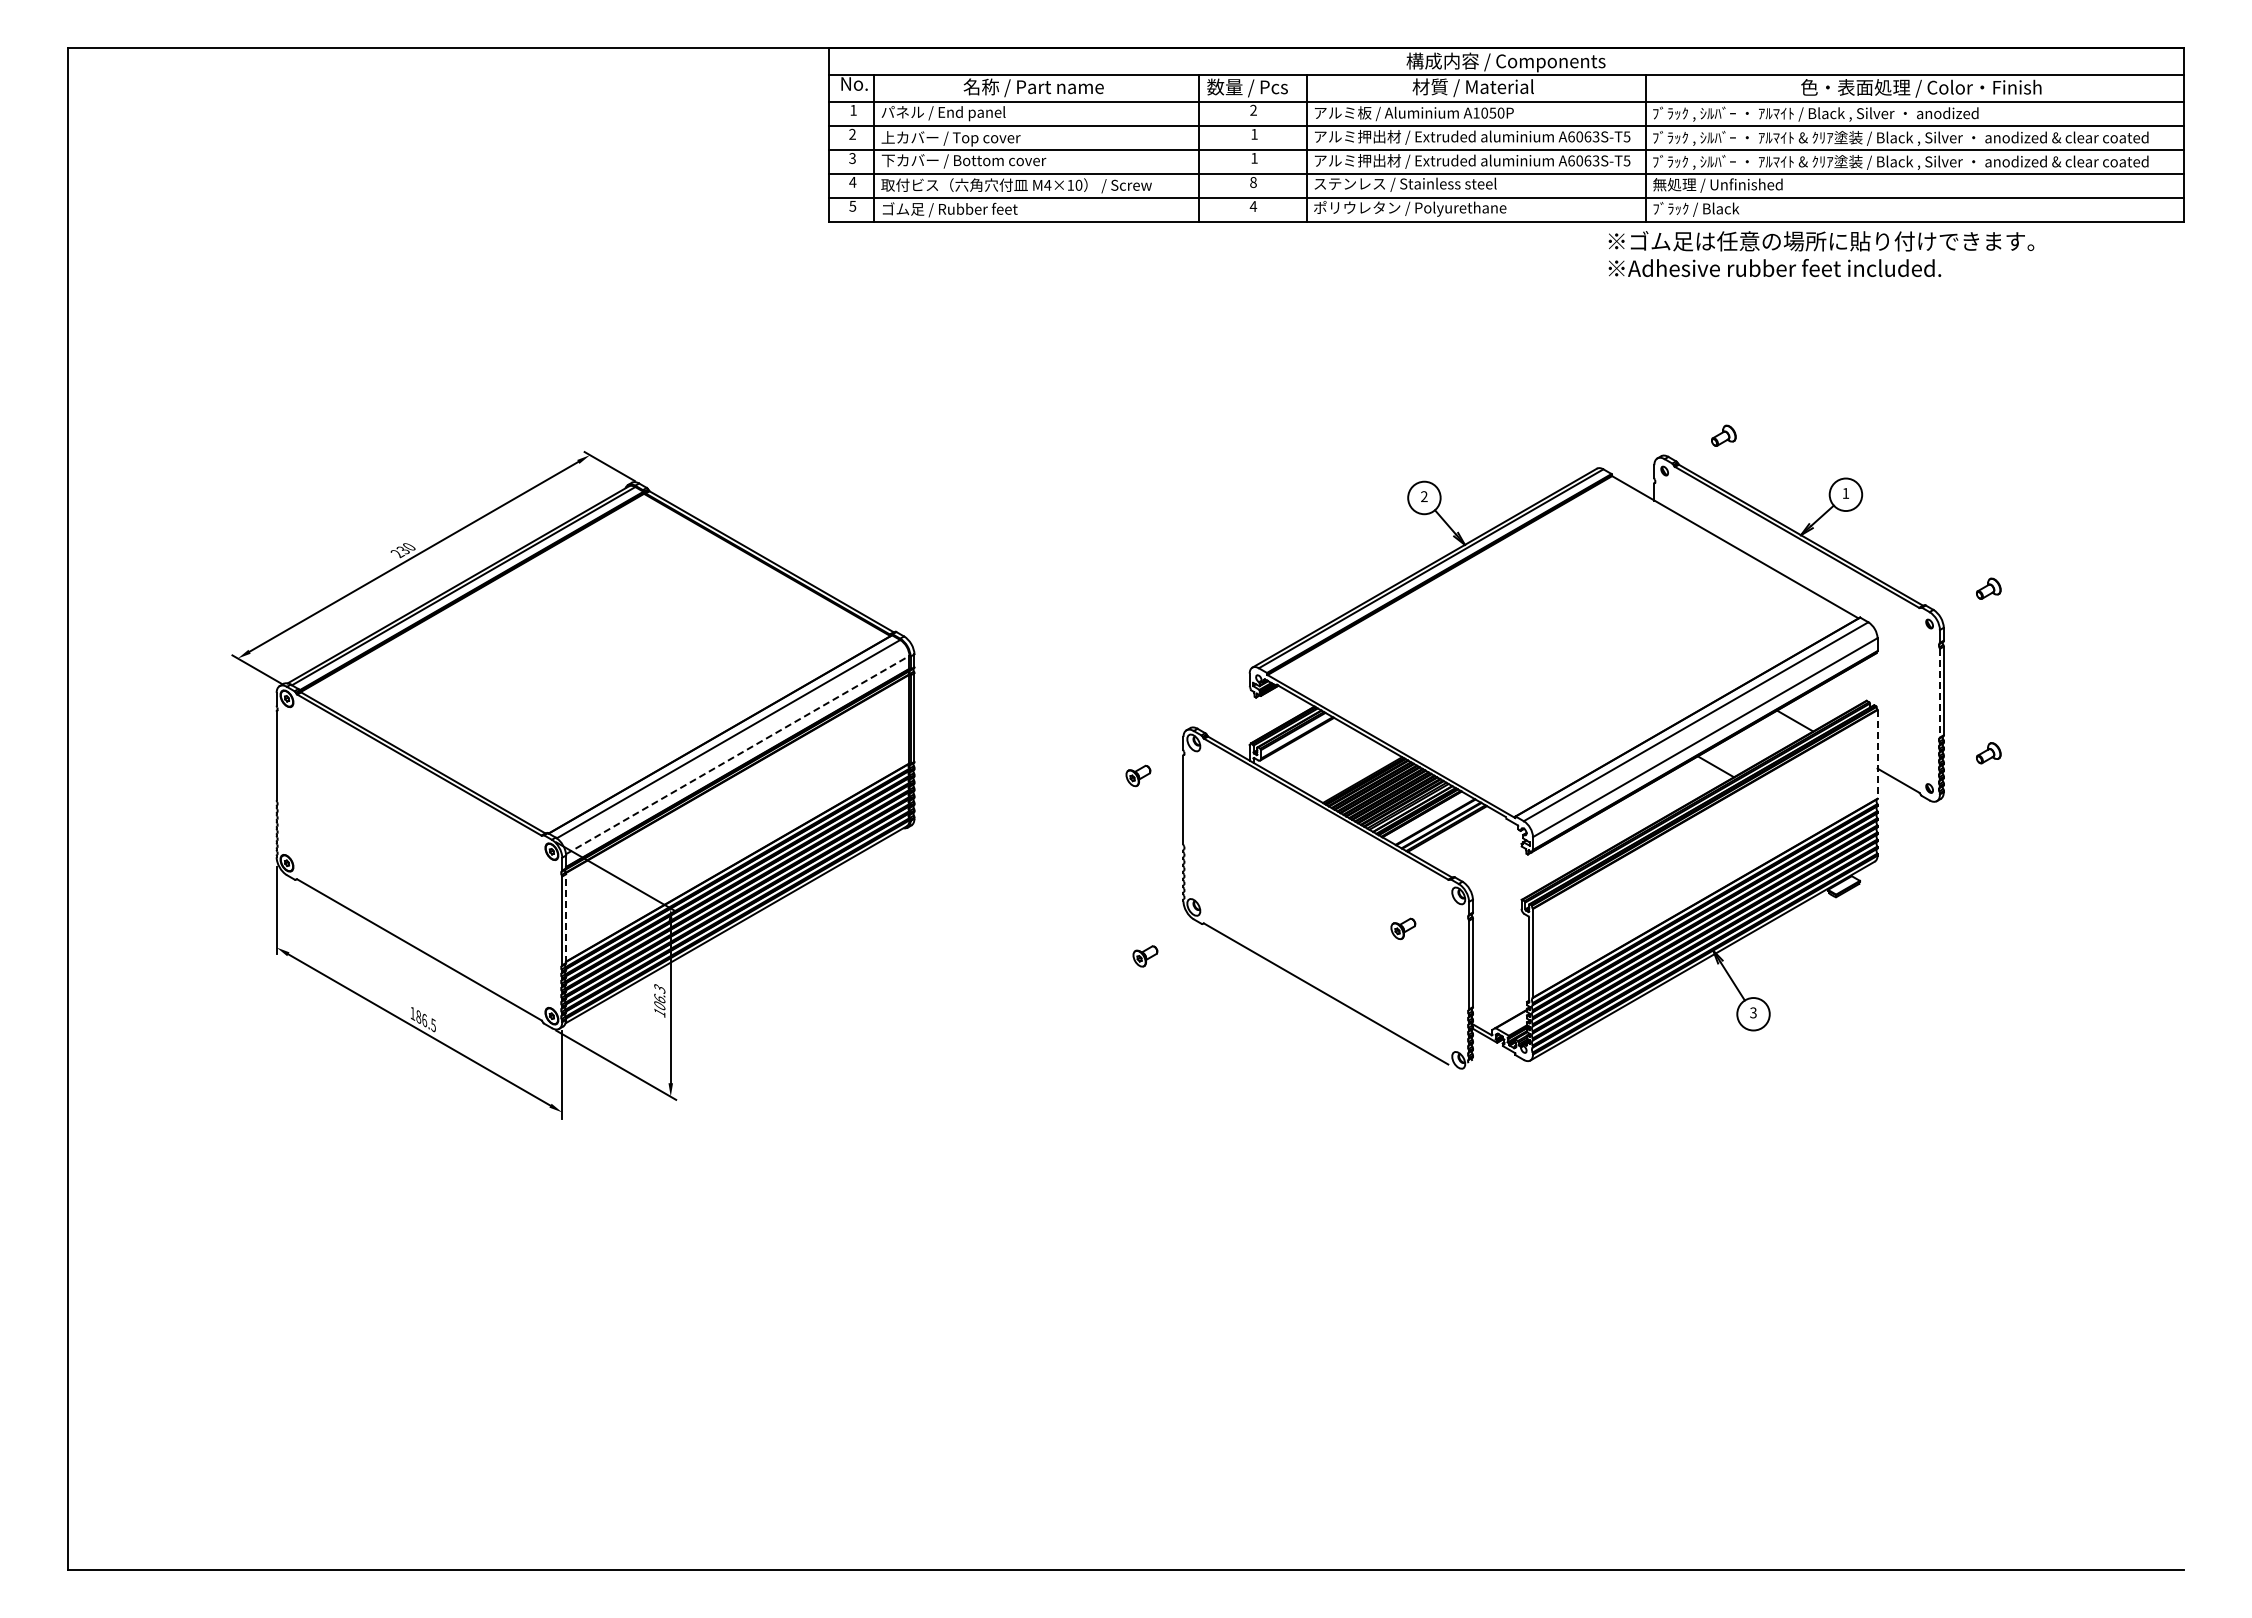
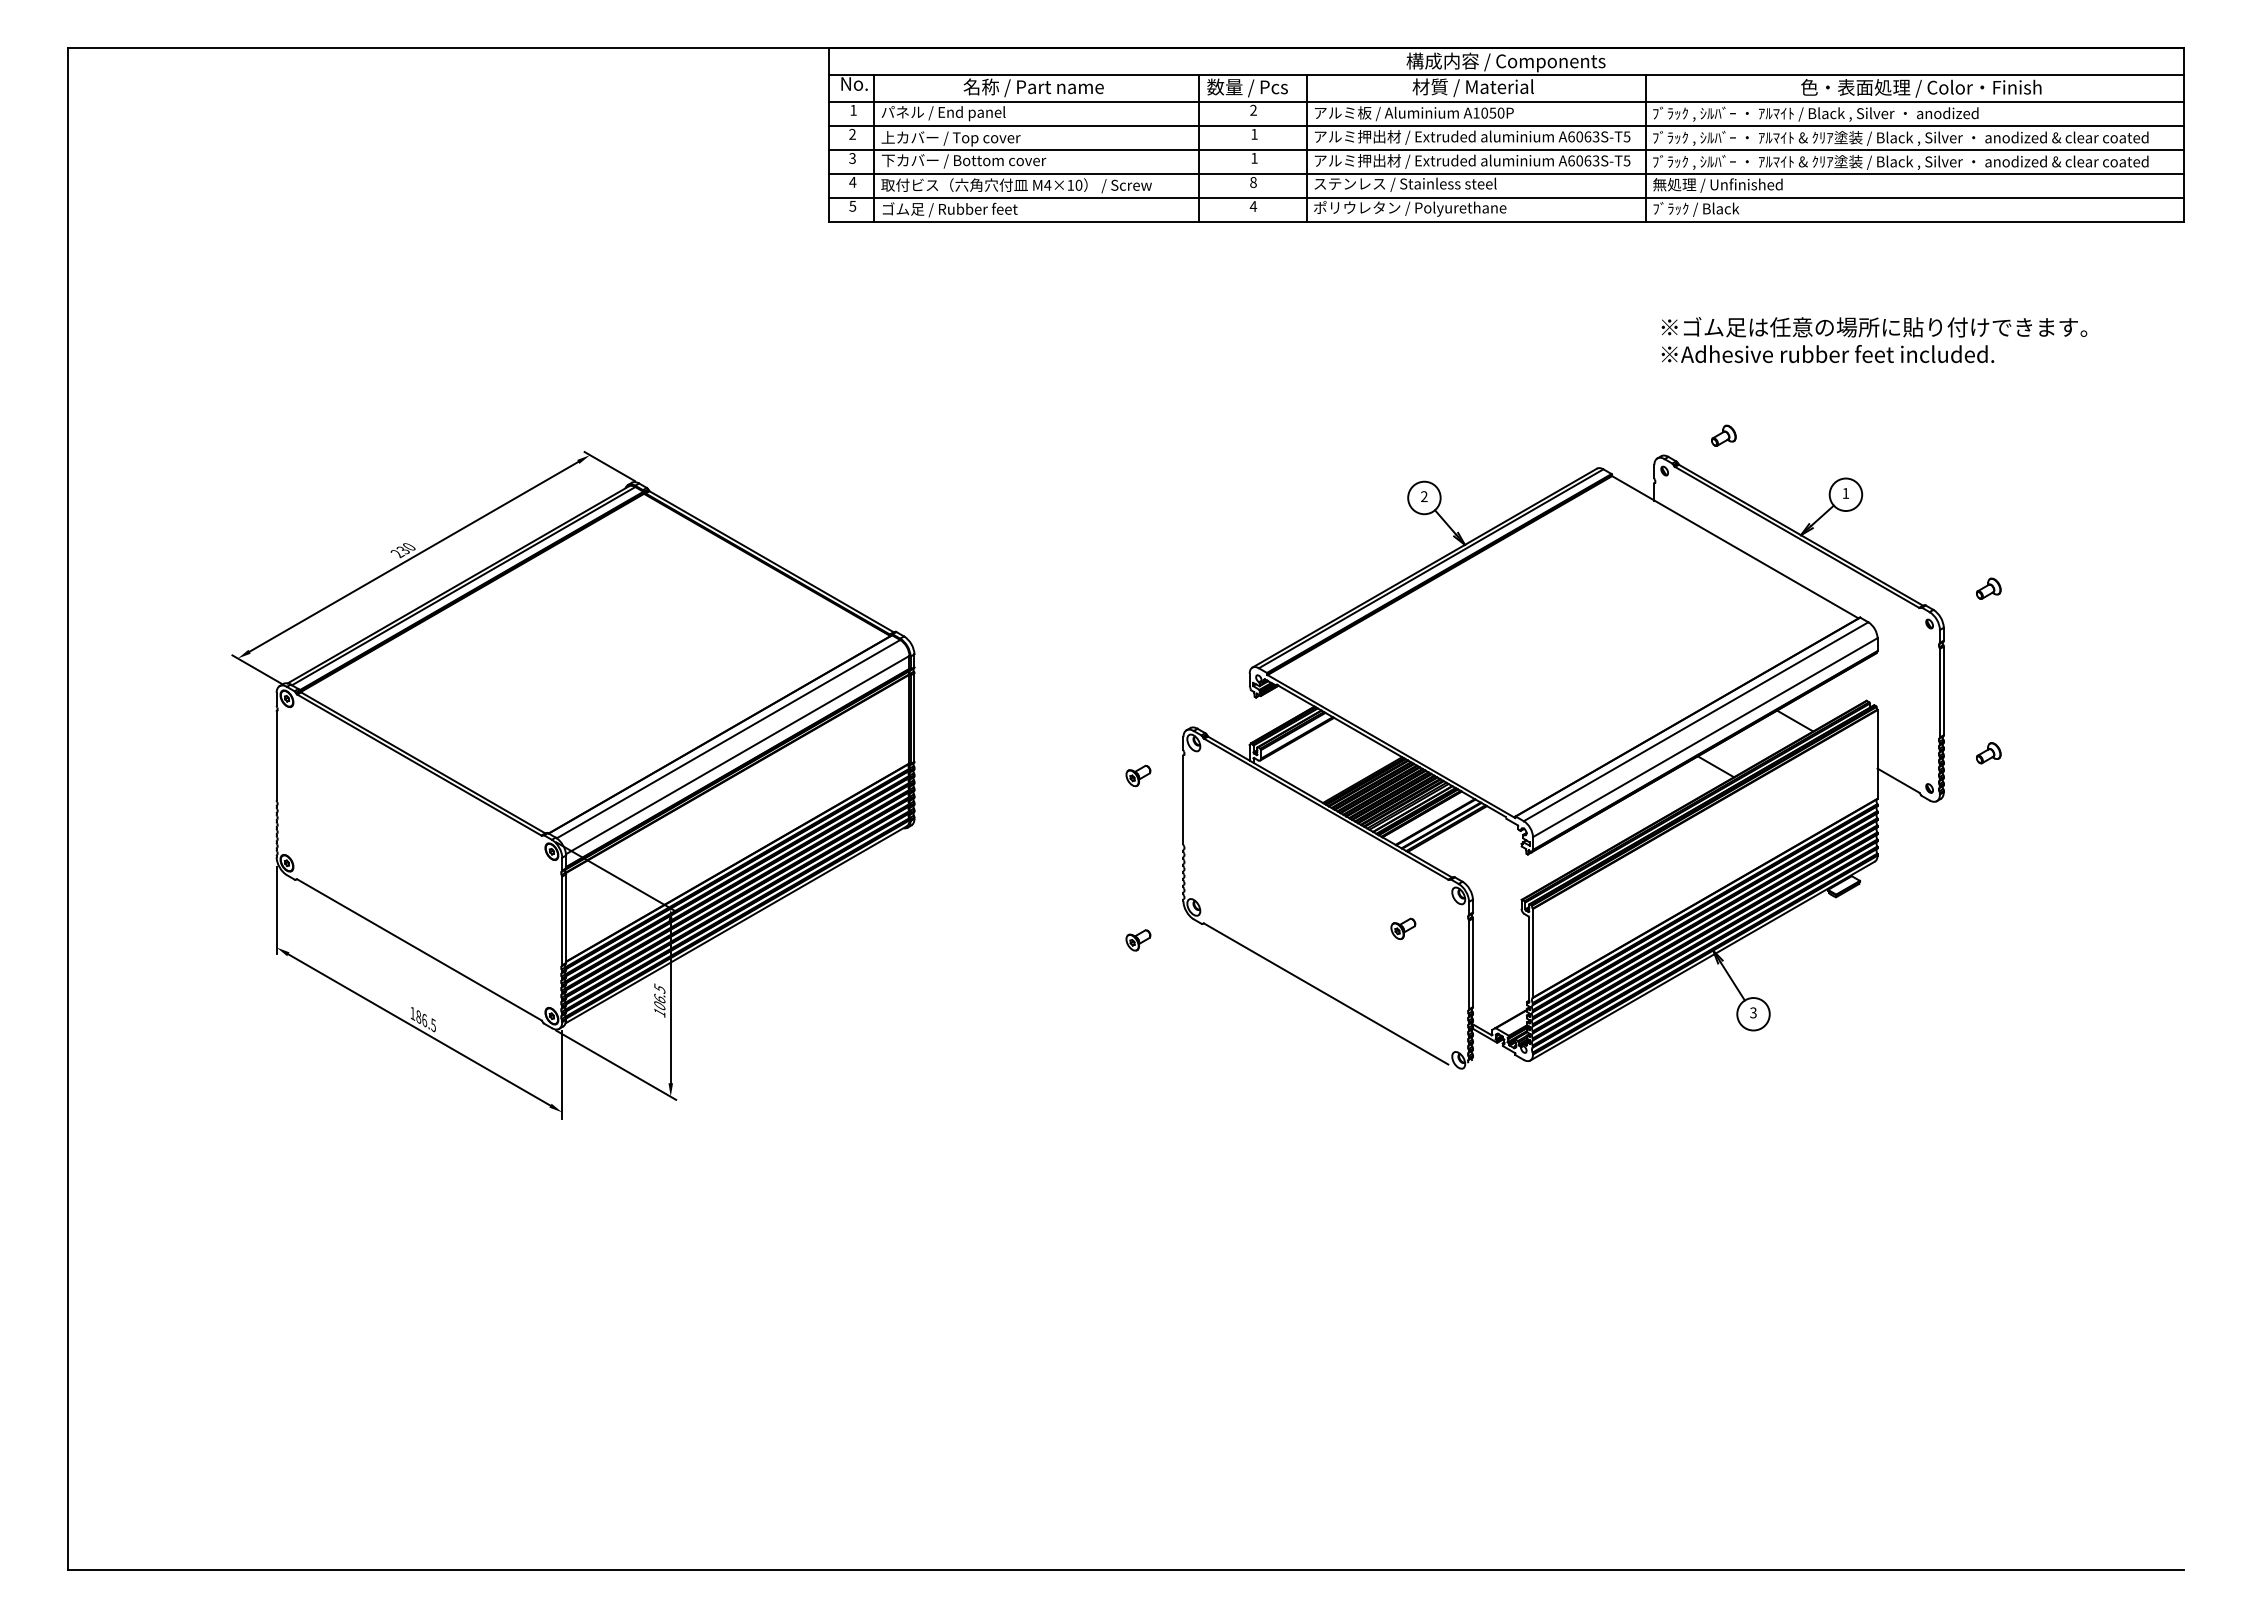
text at (1821, 253) position: (1821, 253) -> (1874, 339)
line at (1939, 693): dashed -> solid
line at (738, 754): dashed -> solid
line at (1877, 754): dashed -> solid
line at (566, 918): dashed -> solid
part at (1145, 956) position: (1145, 956) -> (1138, 940)
text at (659, 986): 106.3 -> 106.5
